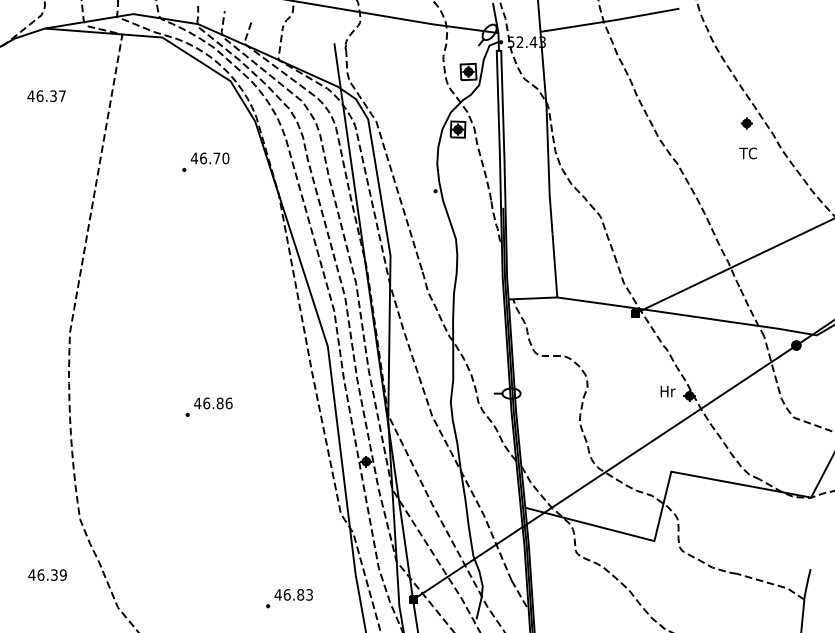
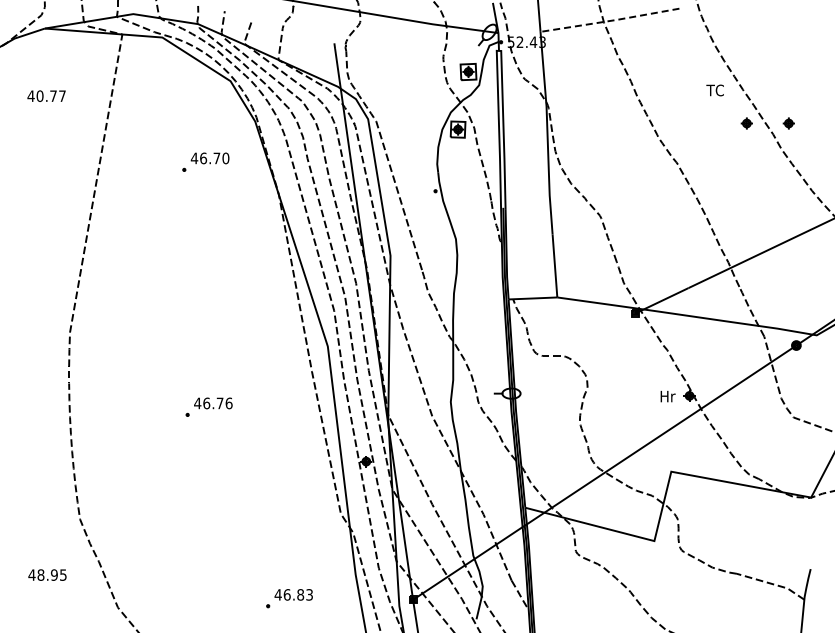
line at (610, 20): solid -> dashed
text at (46, 96): 46.37 -> 40.77
part at (788, 123): none -> present
text at (747, 153) position: (747, 153) -> (714, 90)
text at (667, 391) position: (667, 391) -> (667, 396)
text at (219, 403): 46.86 -> 46.76
text at (51, 574): 46.39 -> 48.95
